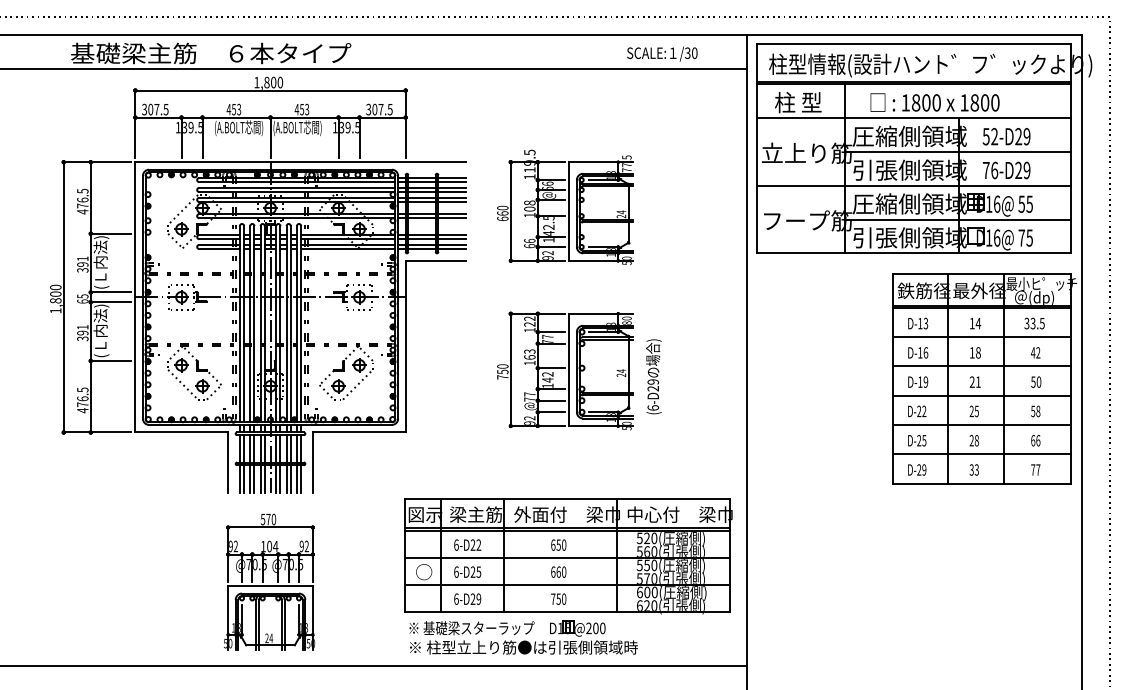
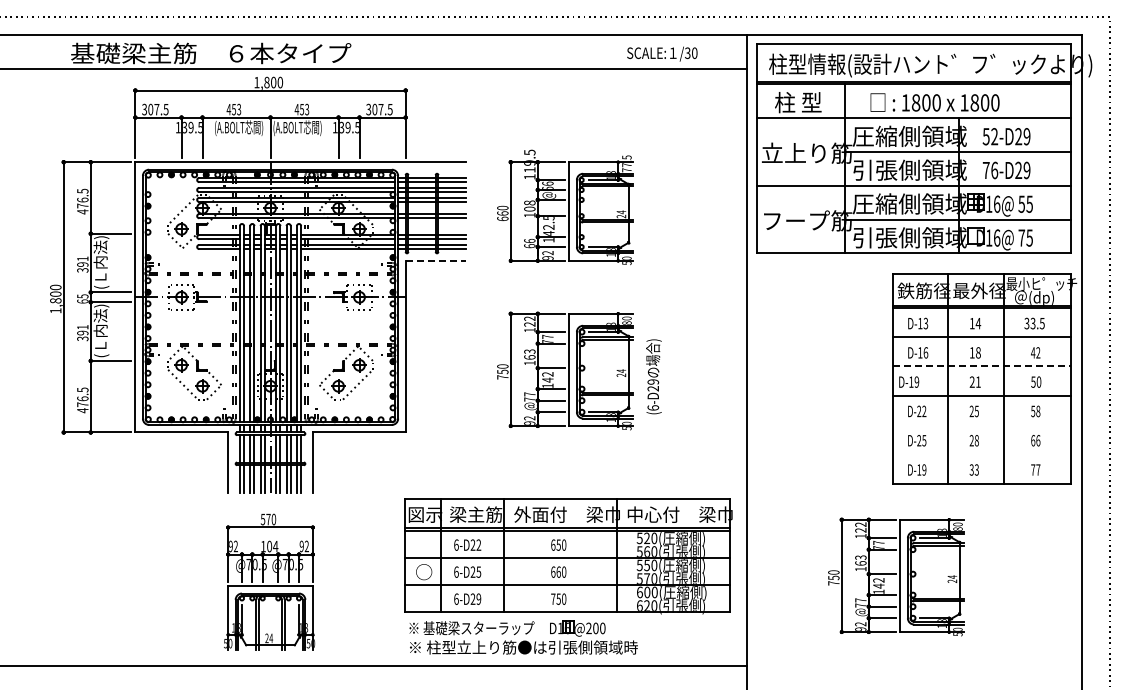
line at (436, 260): solid -> dashed
line at (982, 366): solid -> dashed
text at (918, 381) position: (918, 381) -> (909, 381)
line at (982, 425): present -> none
line at (982, 454): present -> none
text at (918, 469): D-29 -> D-19
part at (896, 576): none -> present
